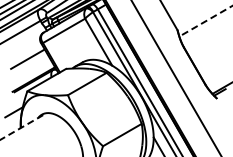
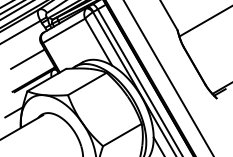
line at (206, 21): dashed -> solid
line at (175, 77) position: (175, 77) -> (168, 77)
line at (21, 127): dashed -> solid
